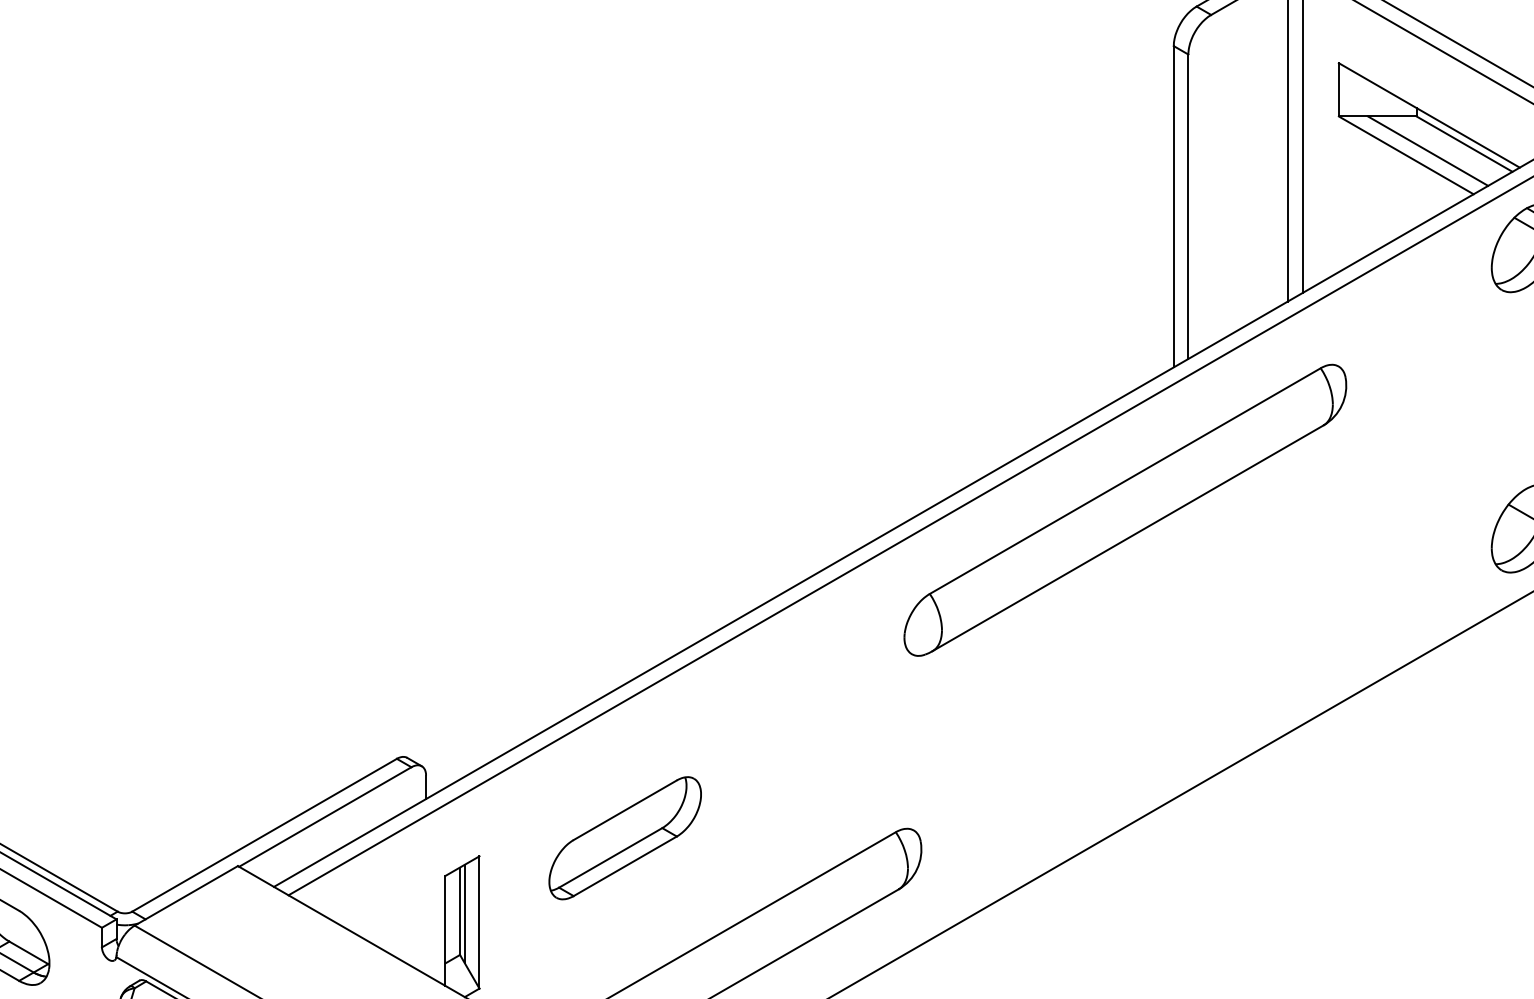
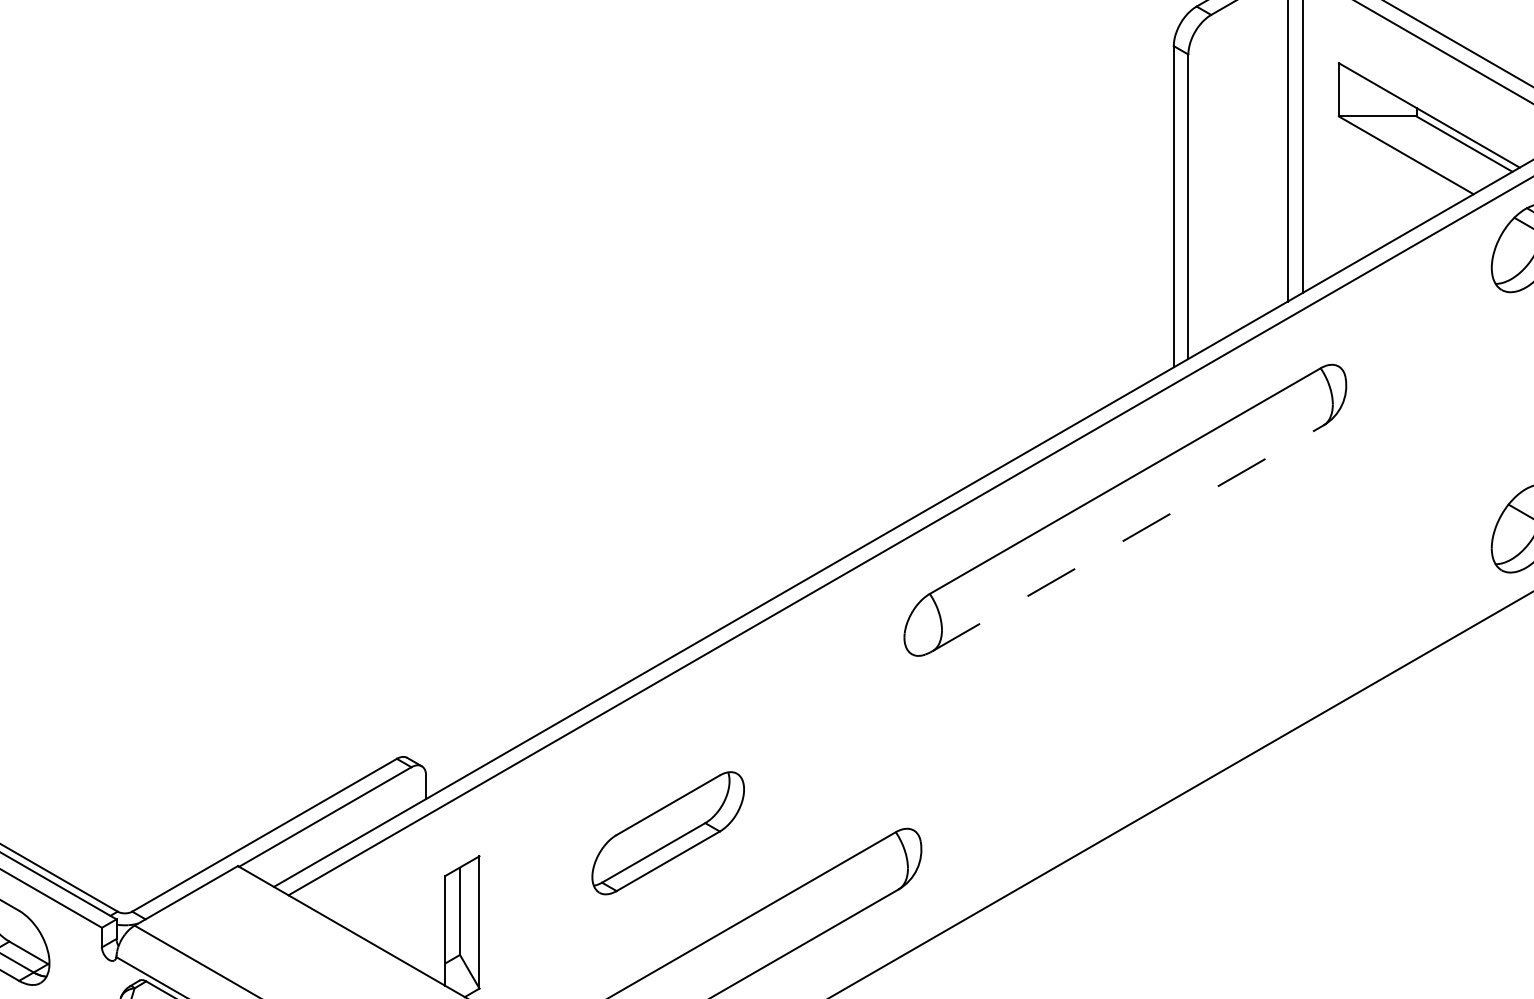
line at (1428, 150): present -> none
line at (1127, 538): solid -> dashed
part at (624, 838) position: (624, 838) -> (667, 833)
line at (464, 913): present -> none
